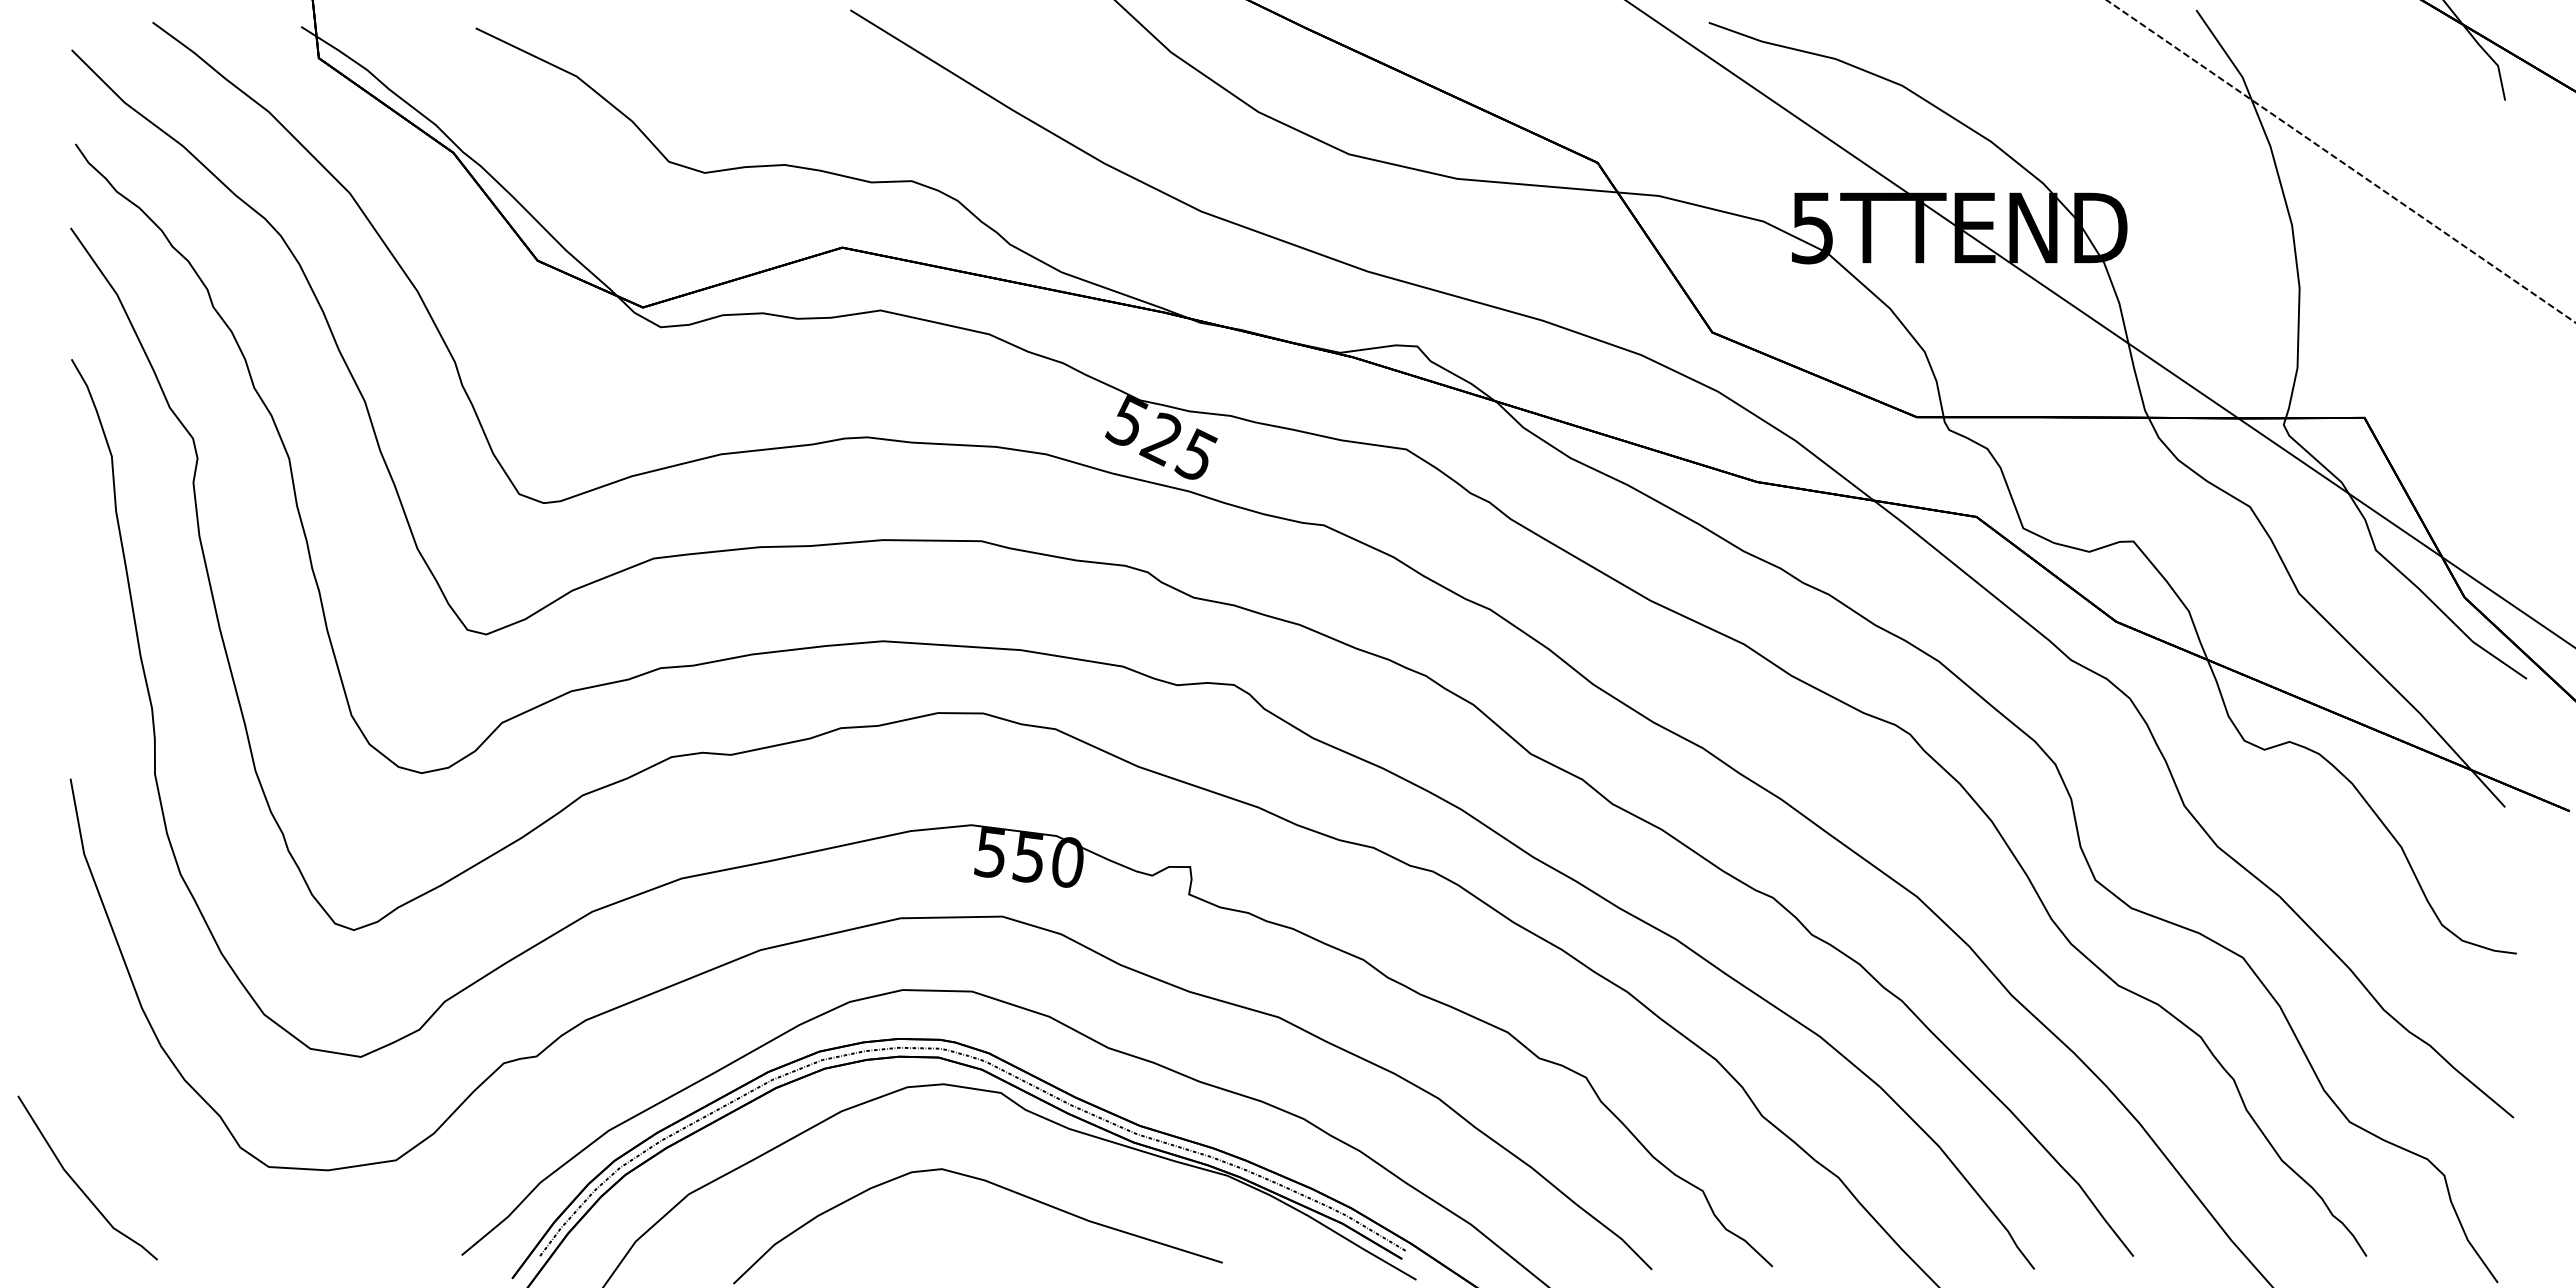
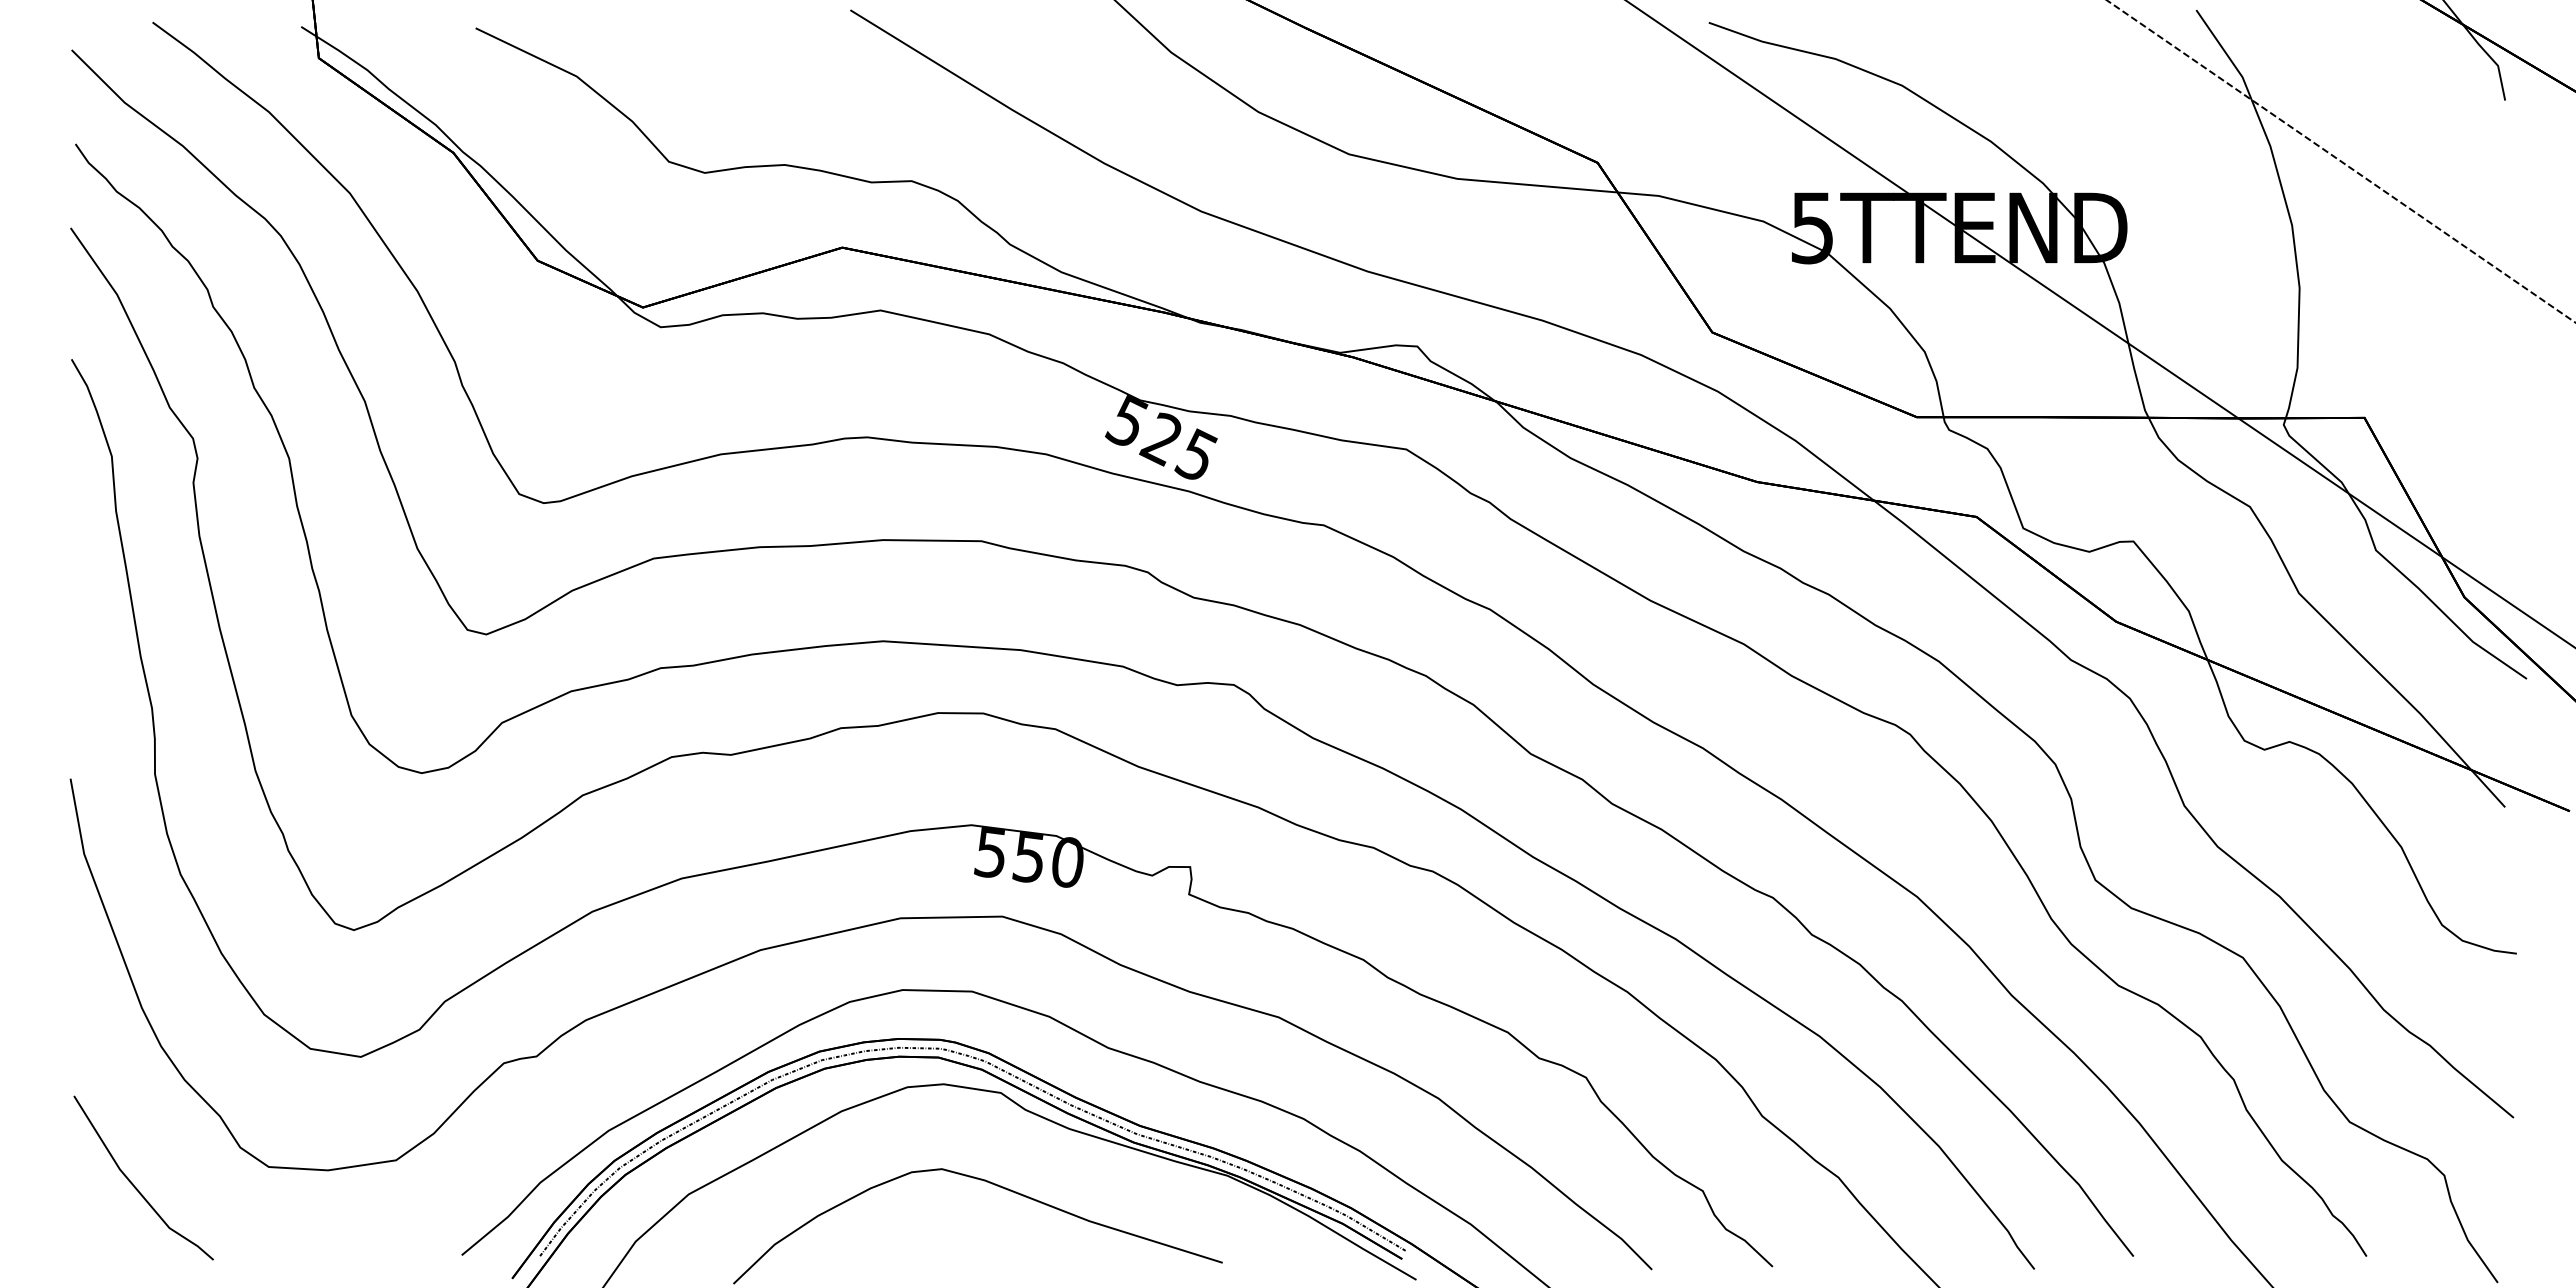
line at (77, 1183) position: (77, 1183) -> (133, 1183)
